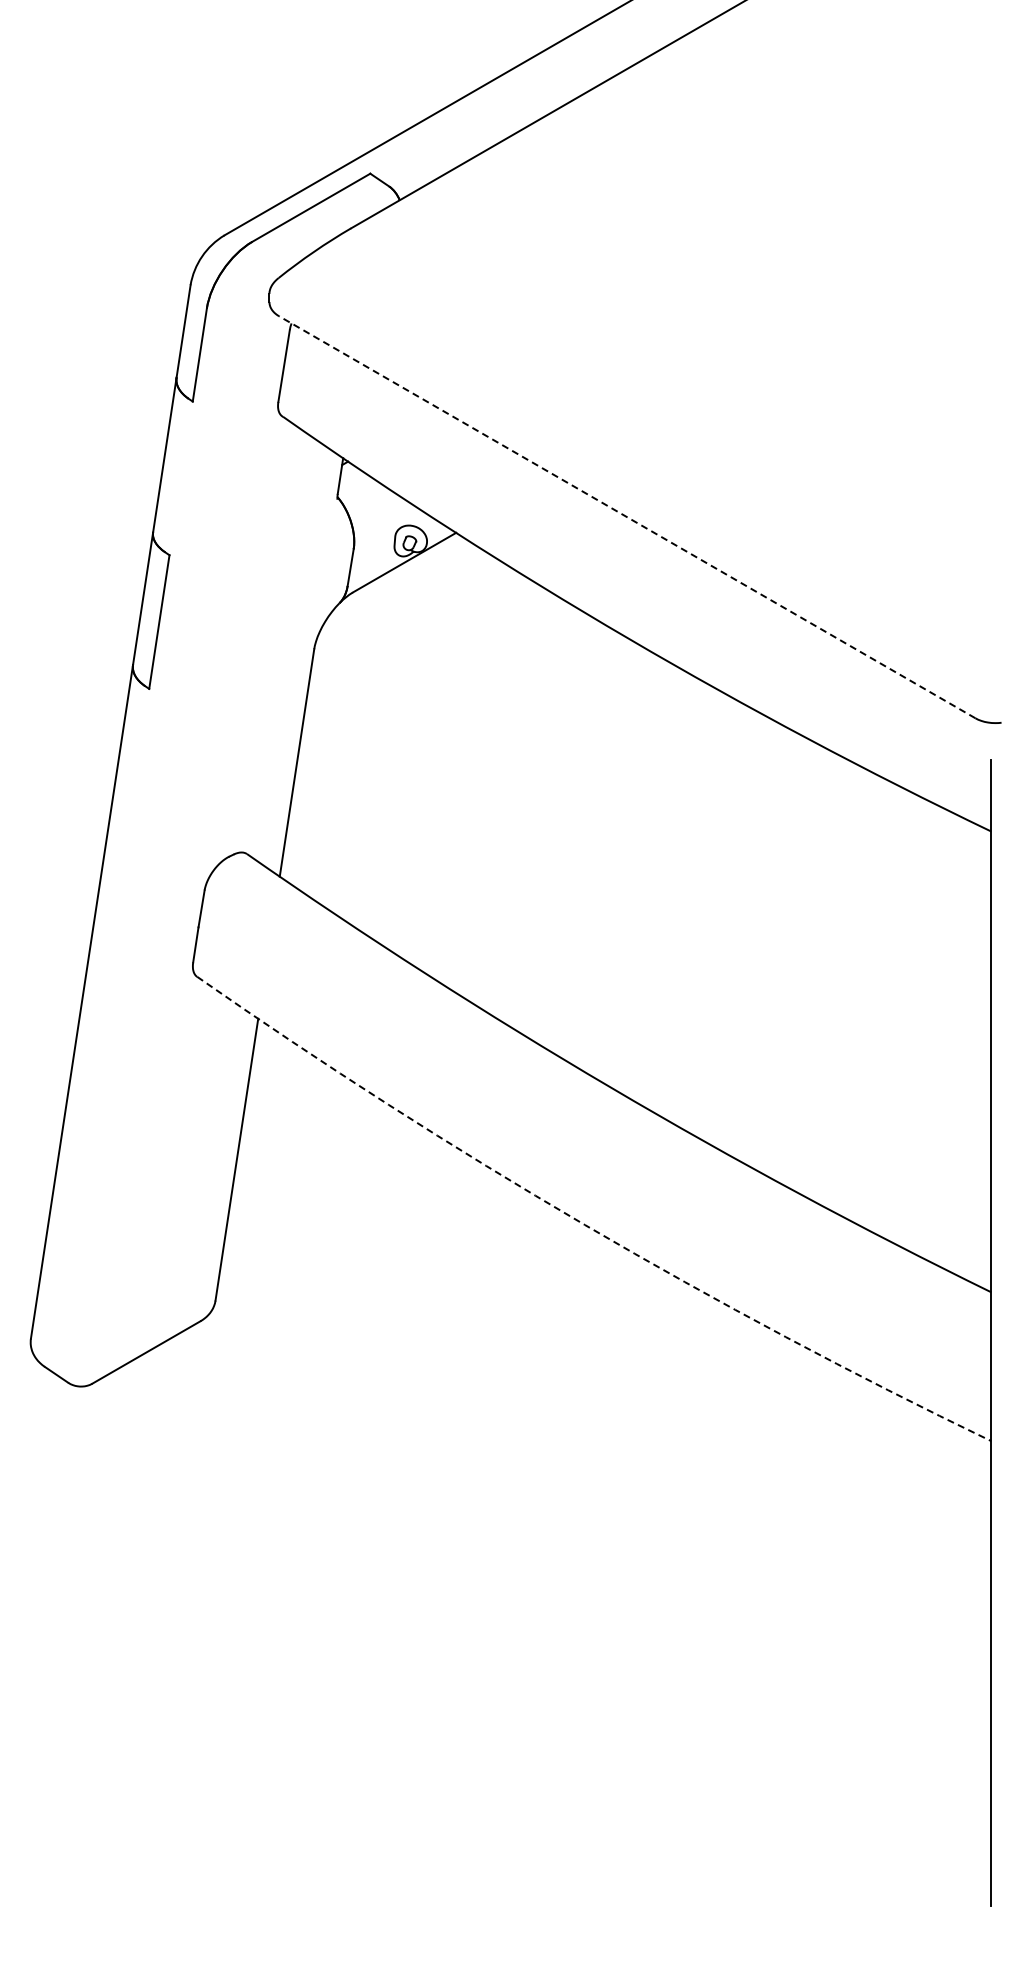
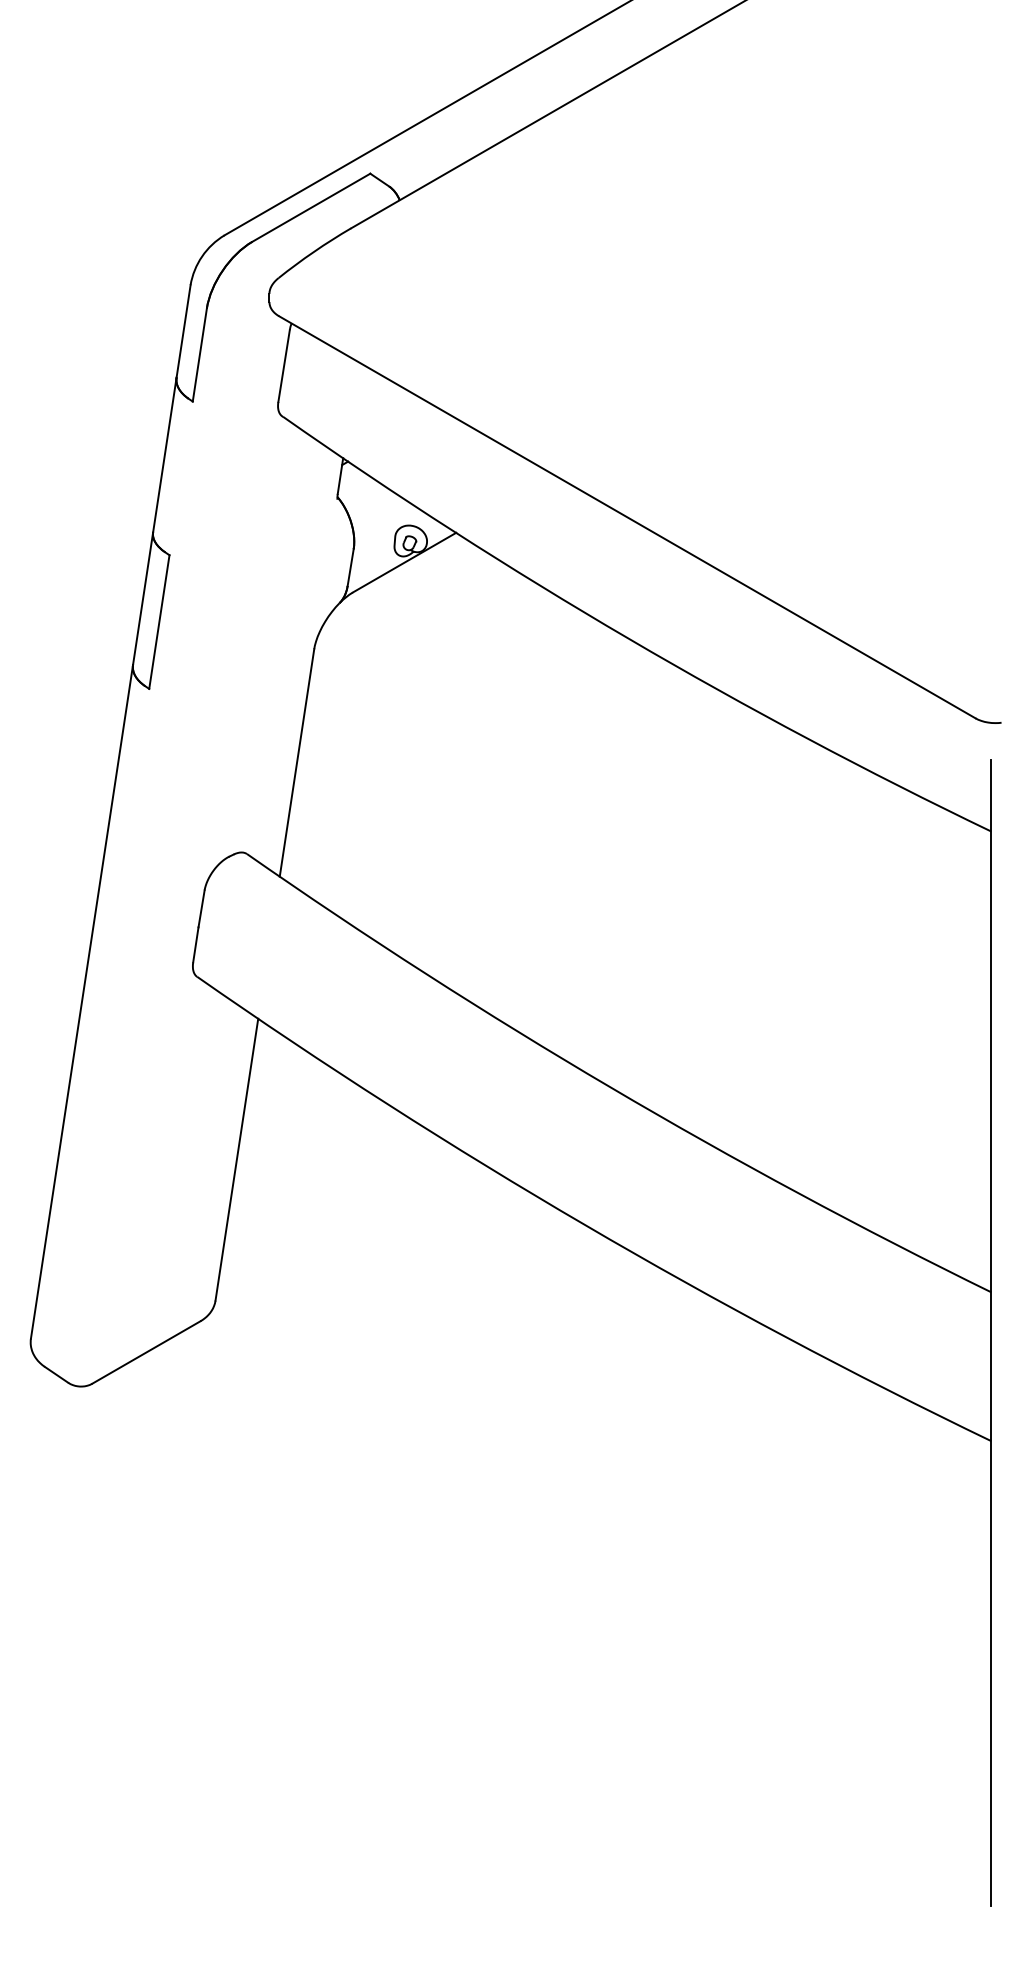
line at (627, 517): dashed -> solid
arc at (584, 1225): dashed -> solid
